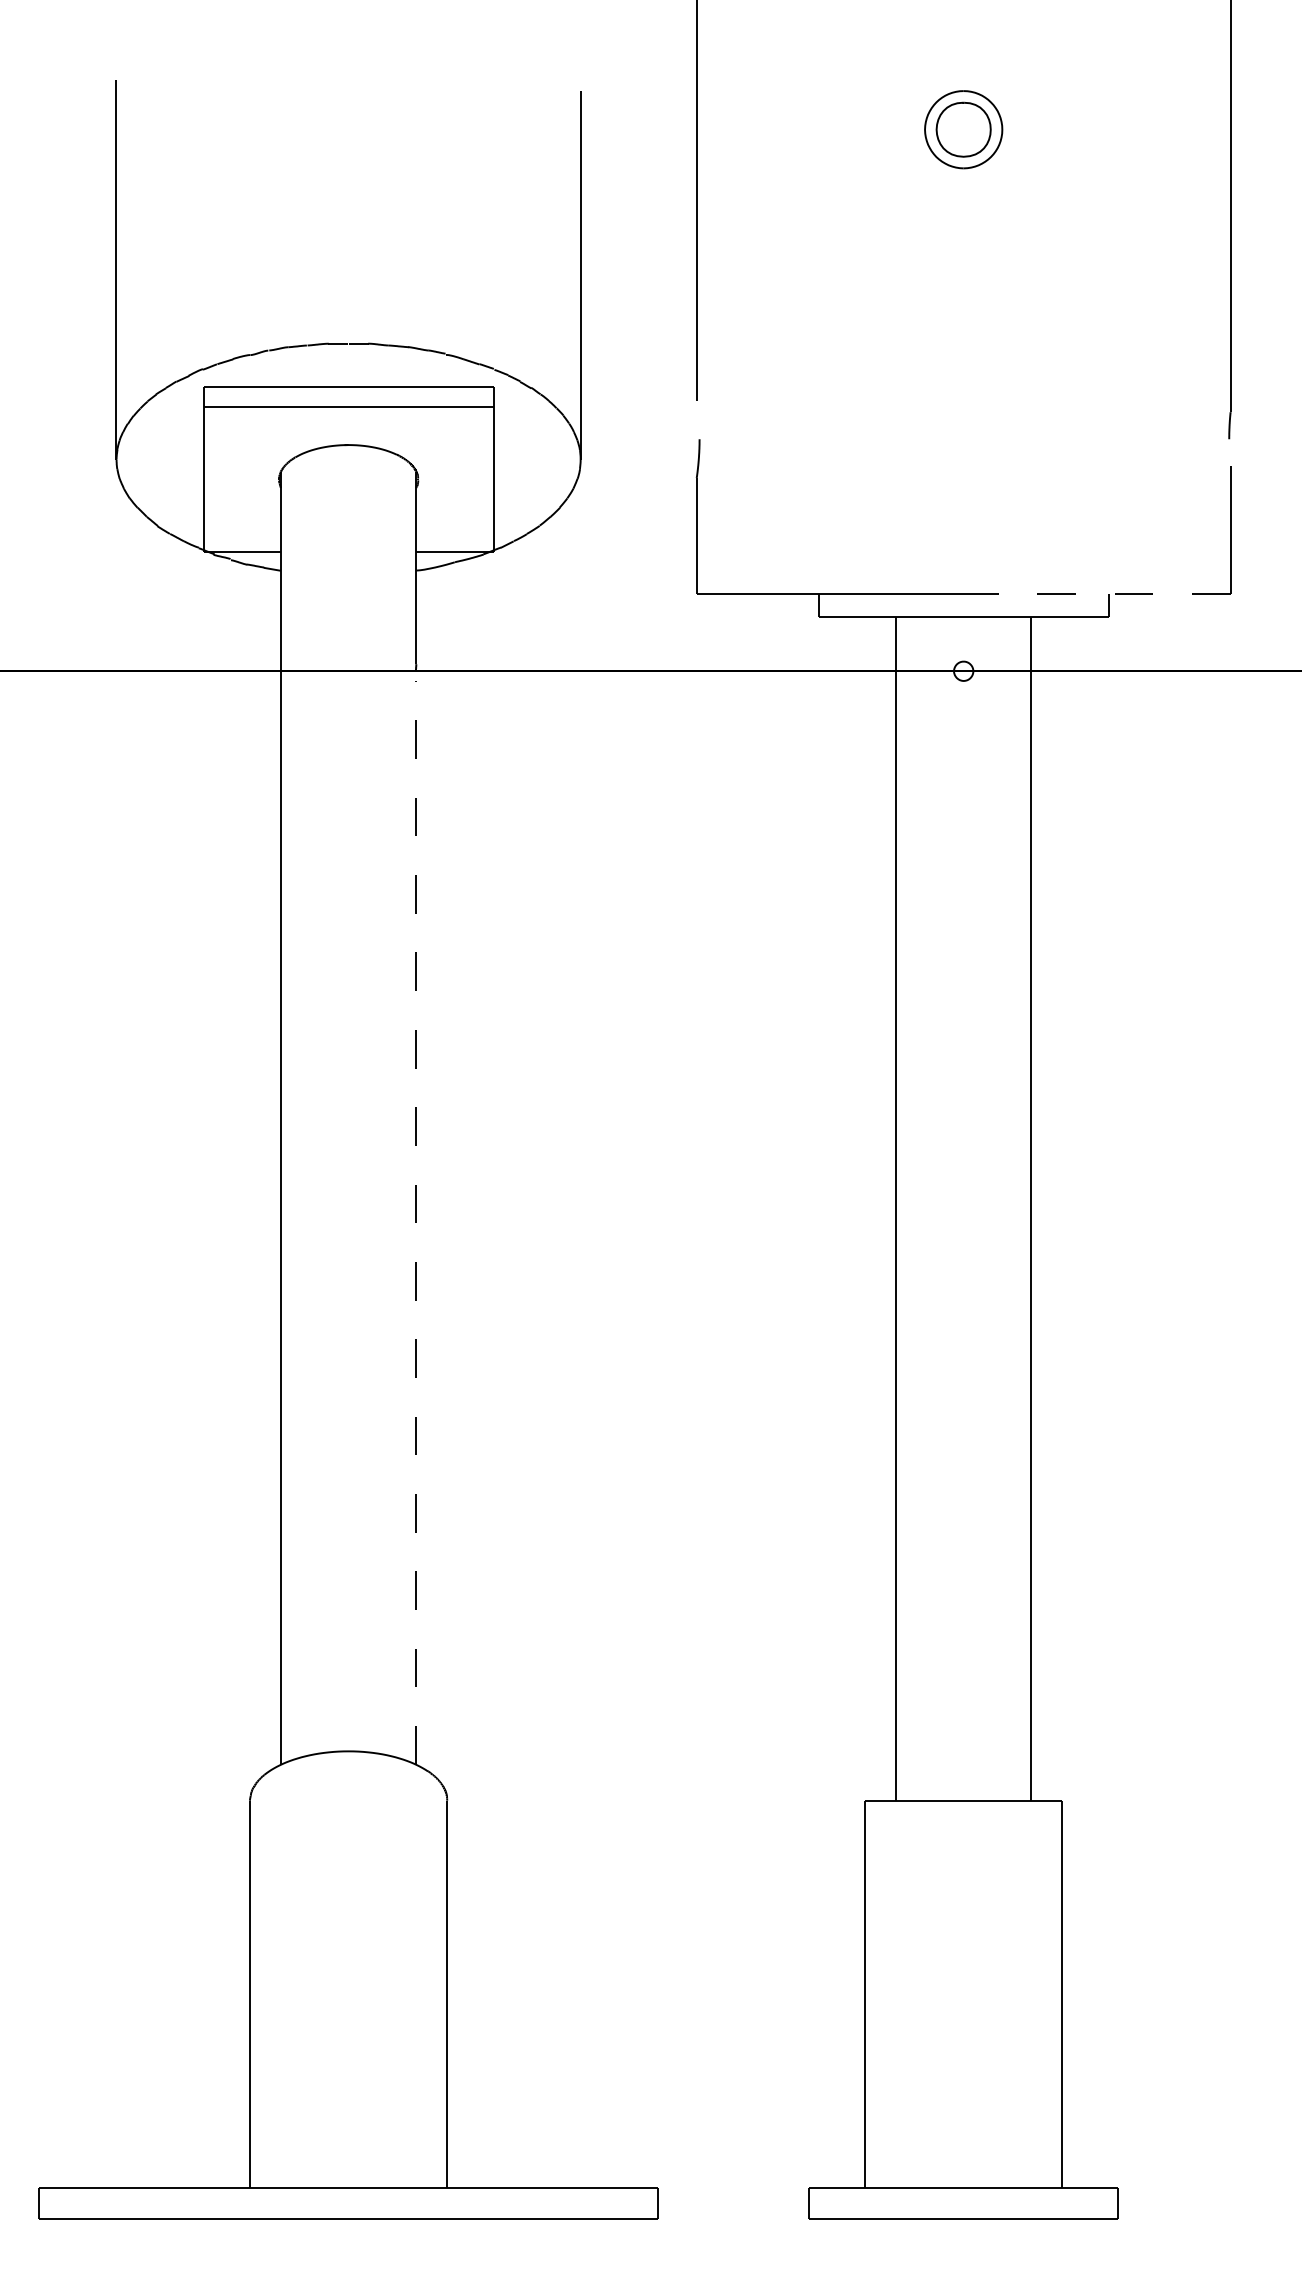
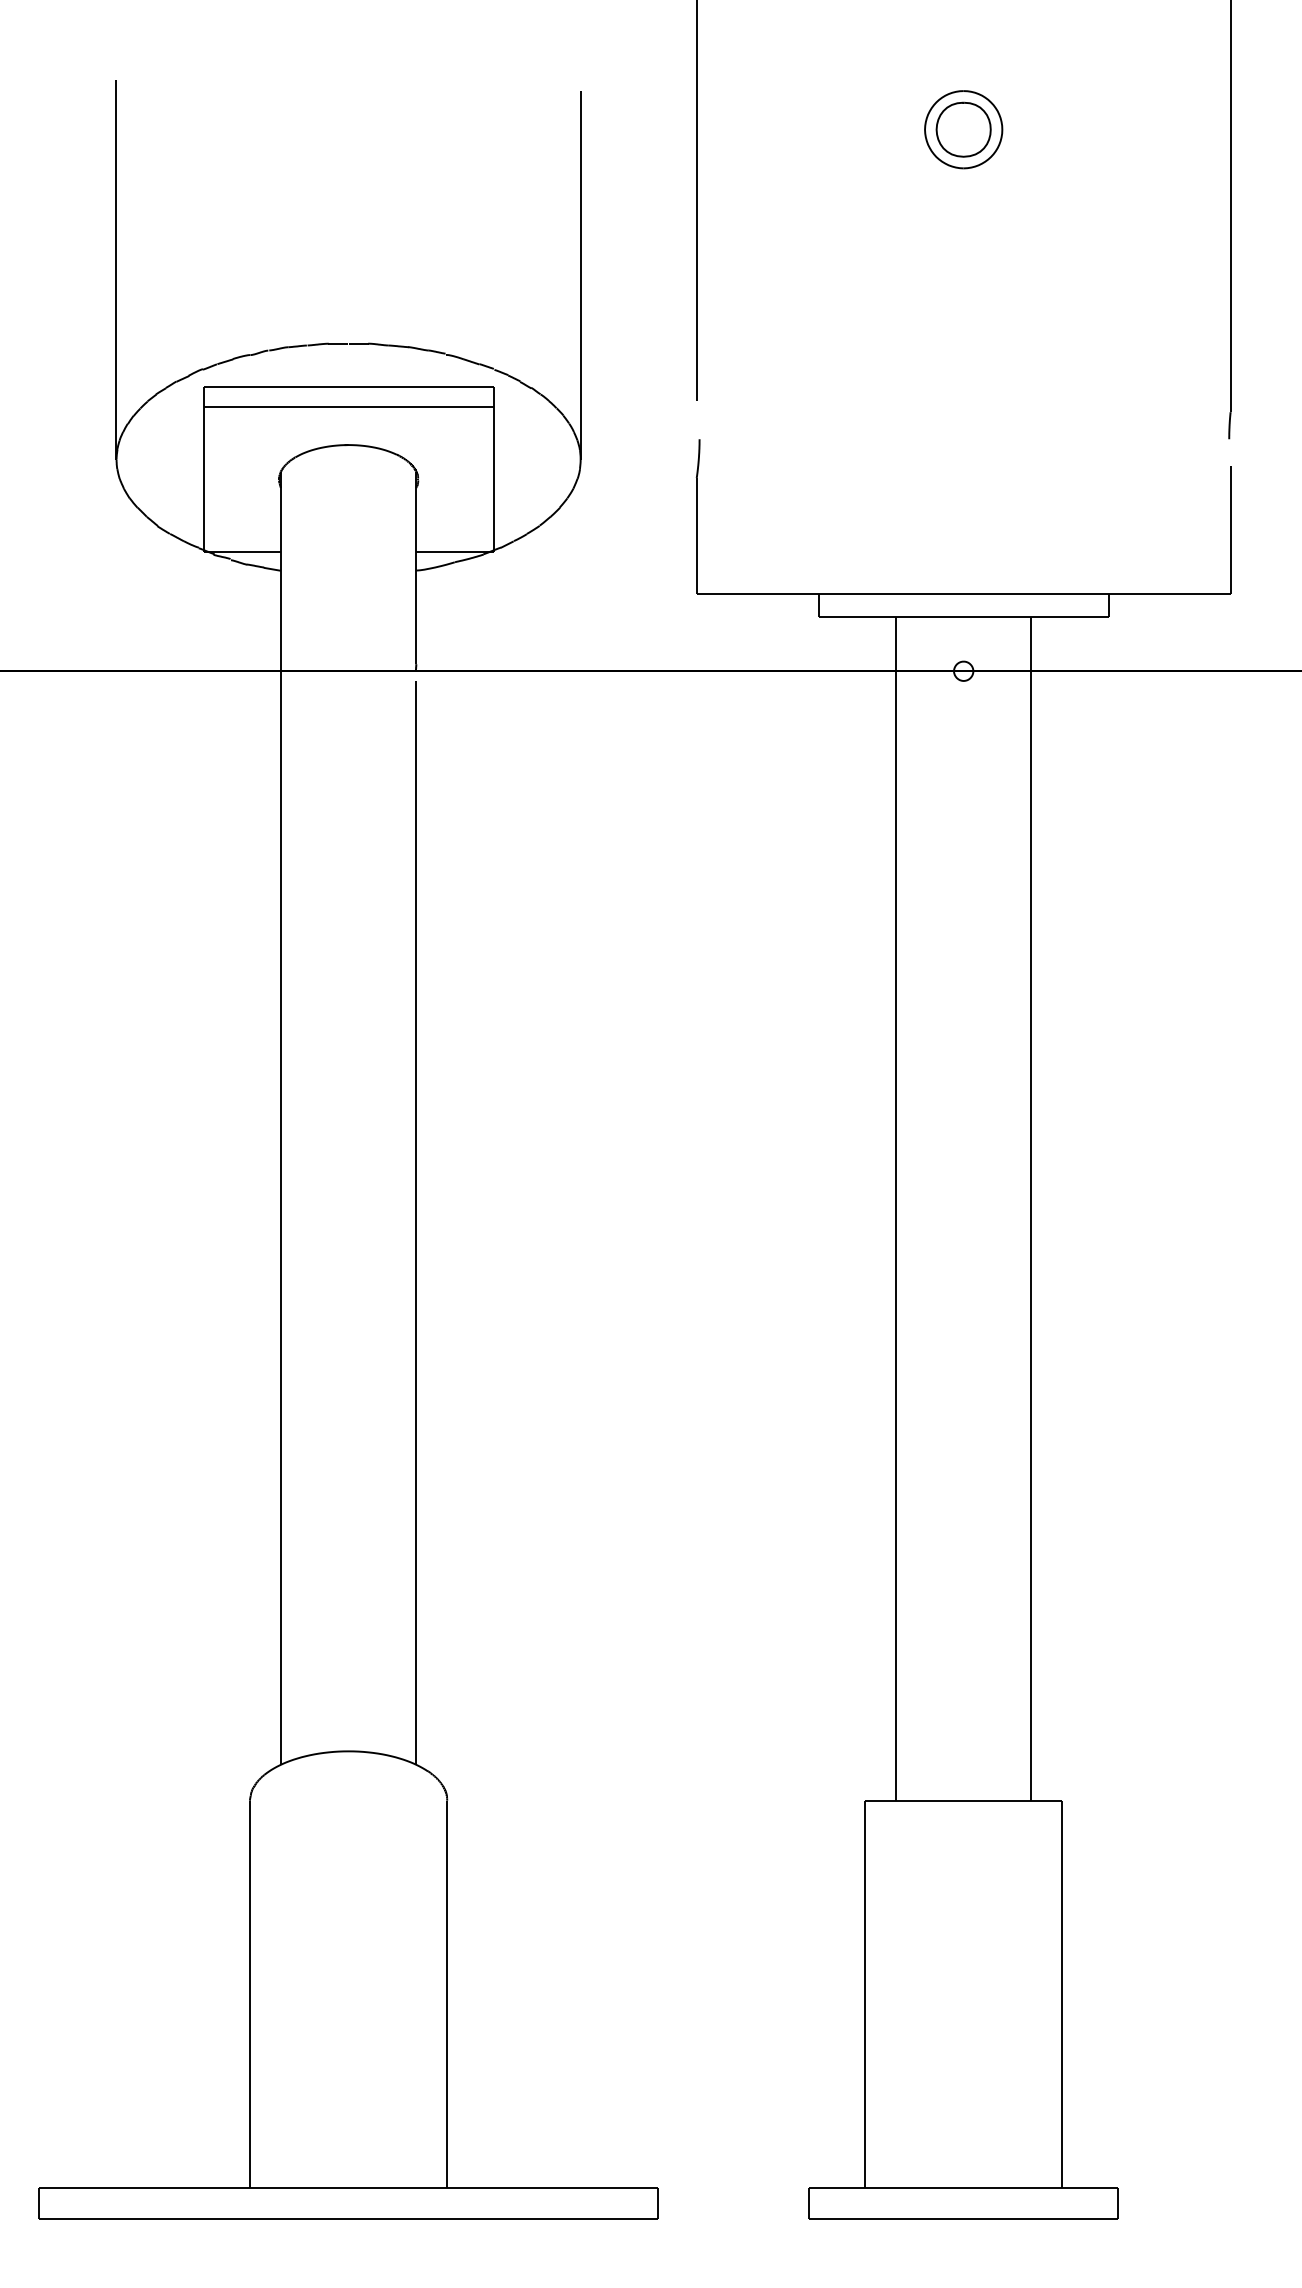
line at (1096, 594): dashed -> solid
line at (416, 1222): dashed -> solid
